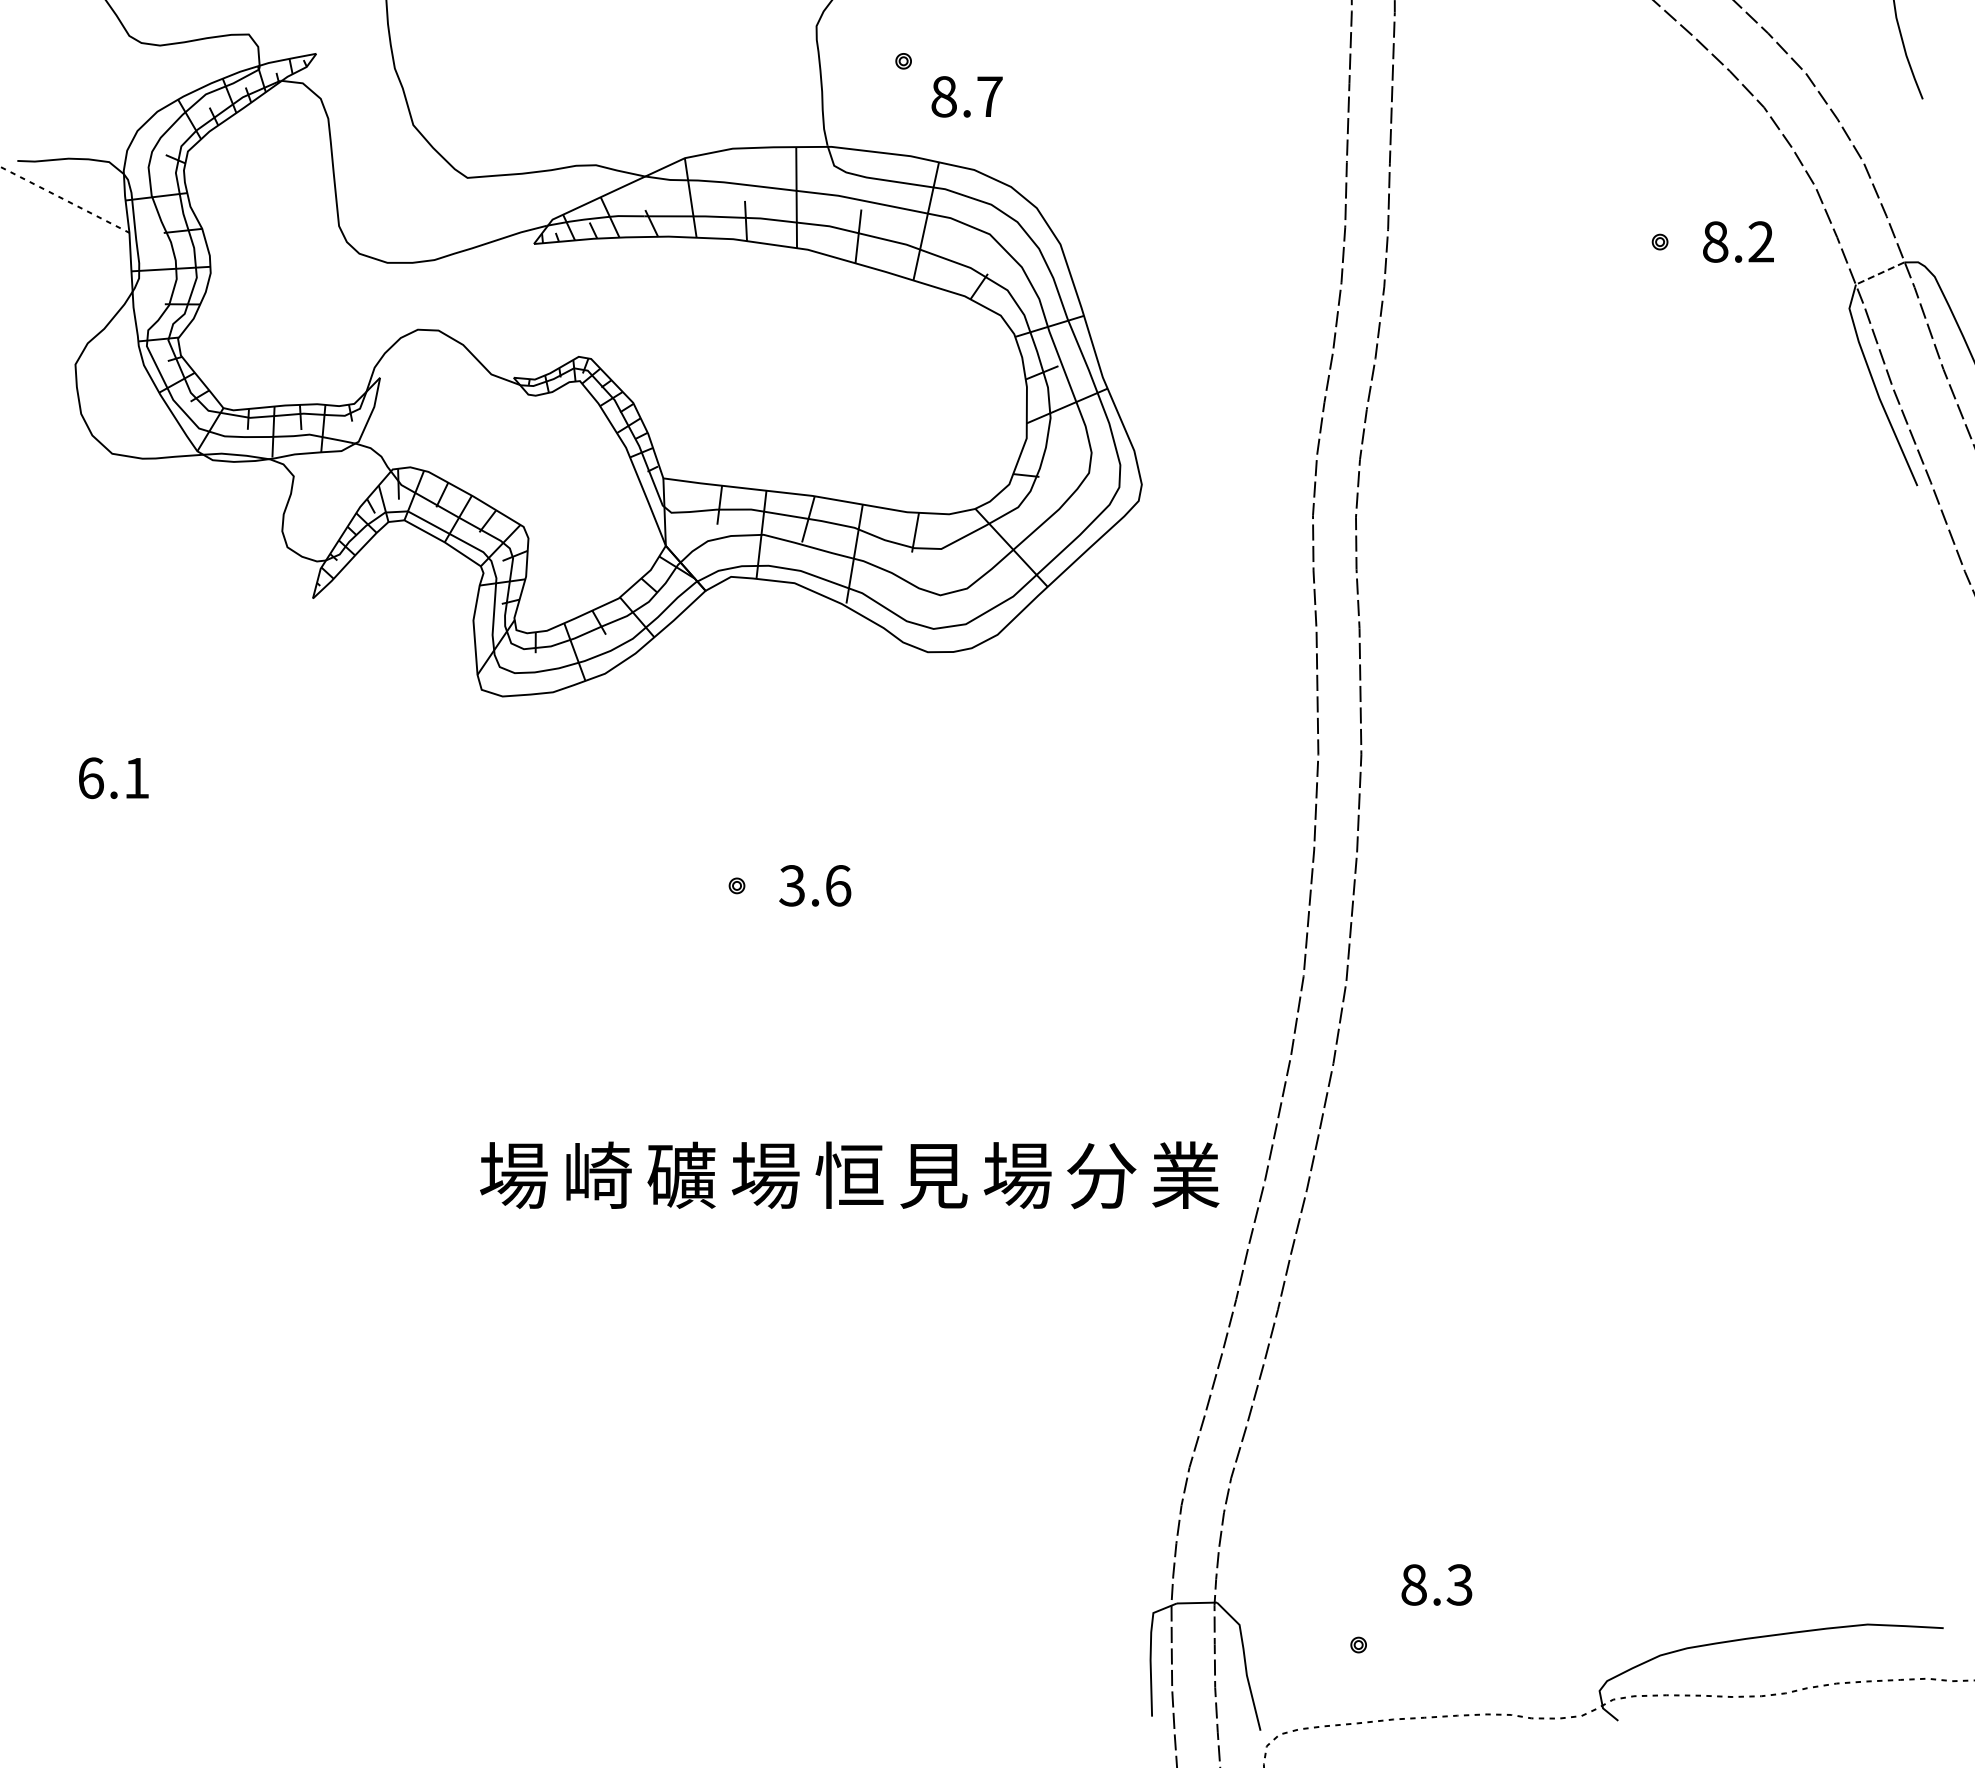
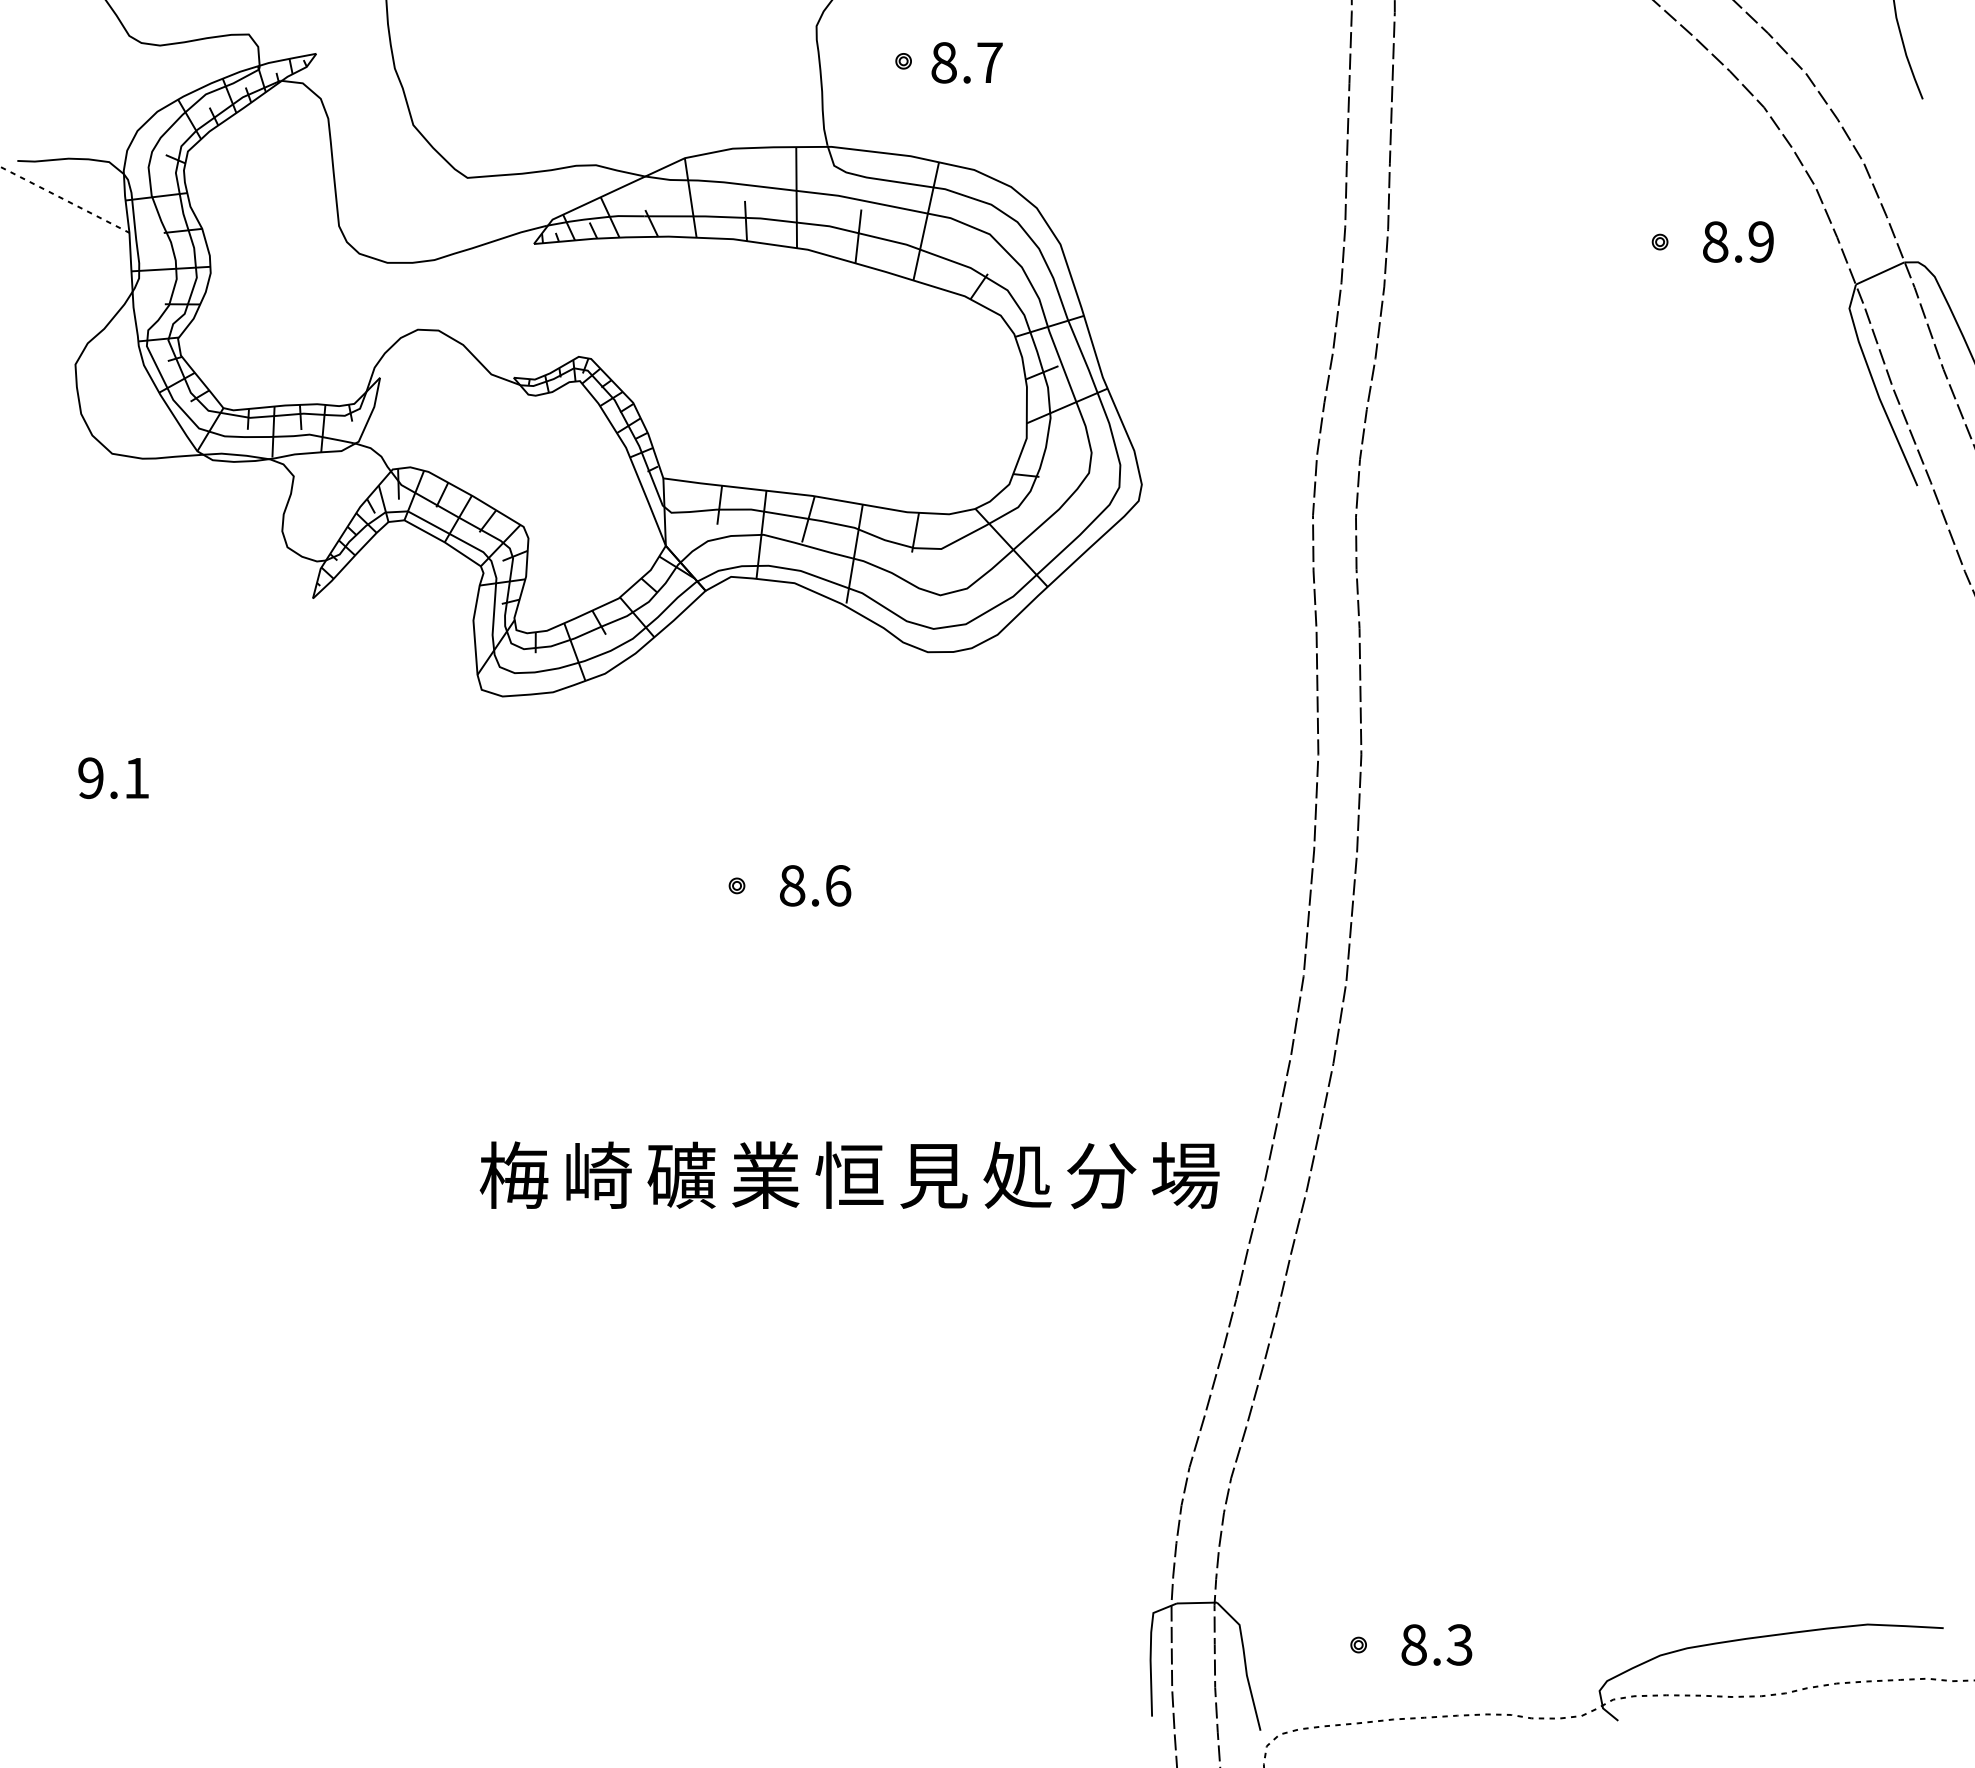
text at (966, 96) position: (966, 96) -> (966, 62)
text at (1760, 241): 8.2 -> 8.9
line at (1880, 273): dashed -> solid
text at (90, 778): 6.1 -> 9.1
text at (792, 885): 3.6 -> 8.6
text at (513, 1174): 場 -> 梅
text at (765, 1175): 場 -> 業
text at (1017, 1175): 場 -> 処
text at (1185, 1175): 業 -> 場
text at (1436, 1584) position: (1436, 1584) -> (1436, 1644)
